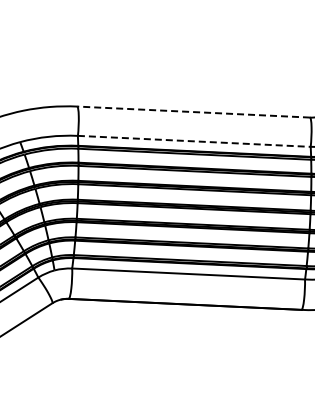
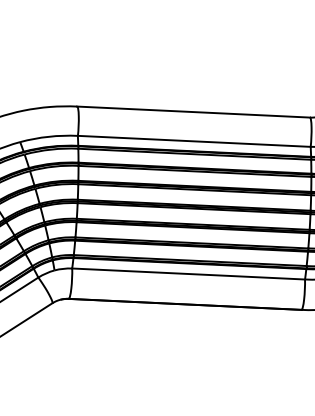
line at (193, 112): dashed -> solid
line at (194, 141): dashed -> solid
